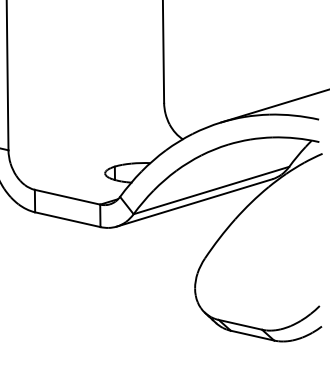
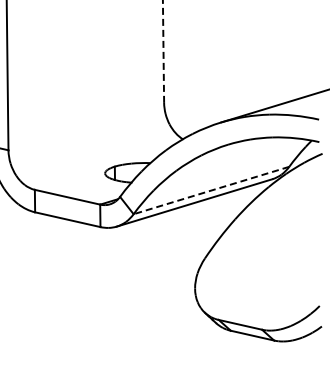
line at (163, 51): solid -> dashed
line at (210, 190): solid -> dashed
